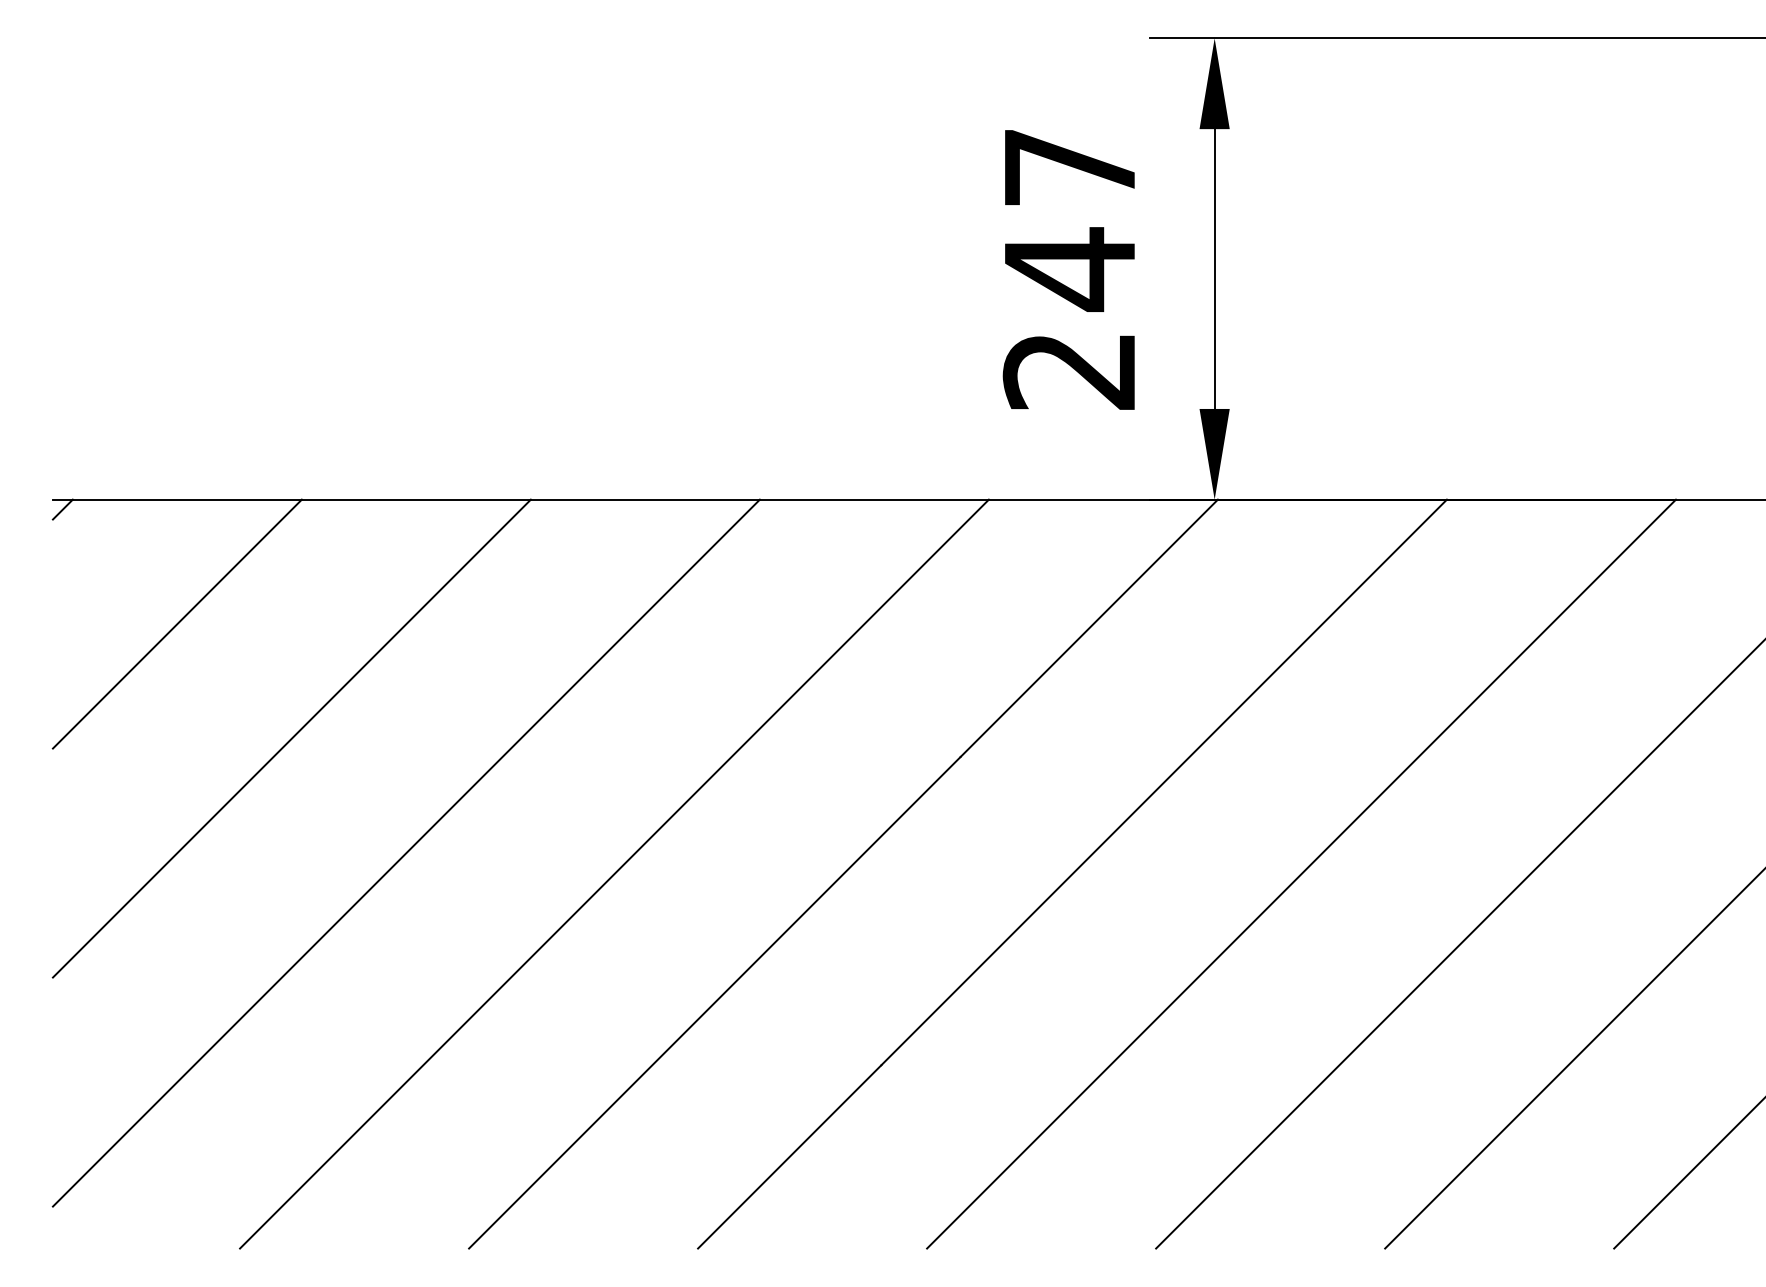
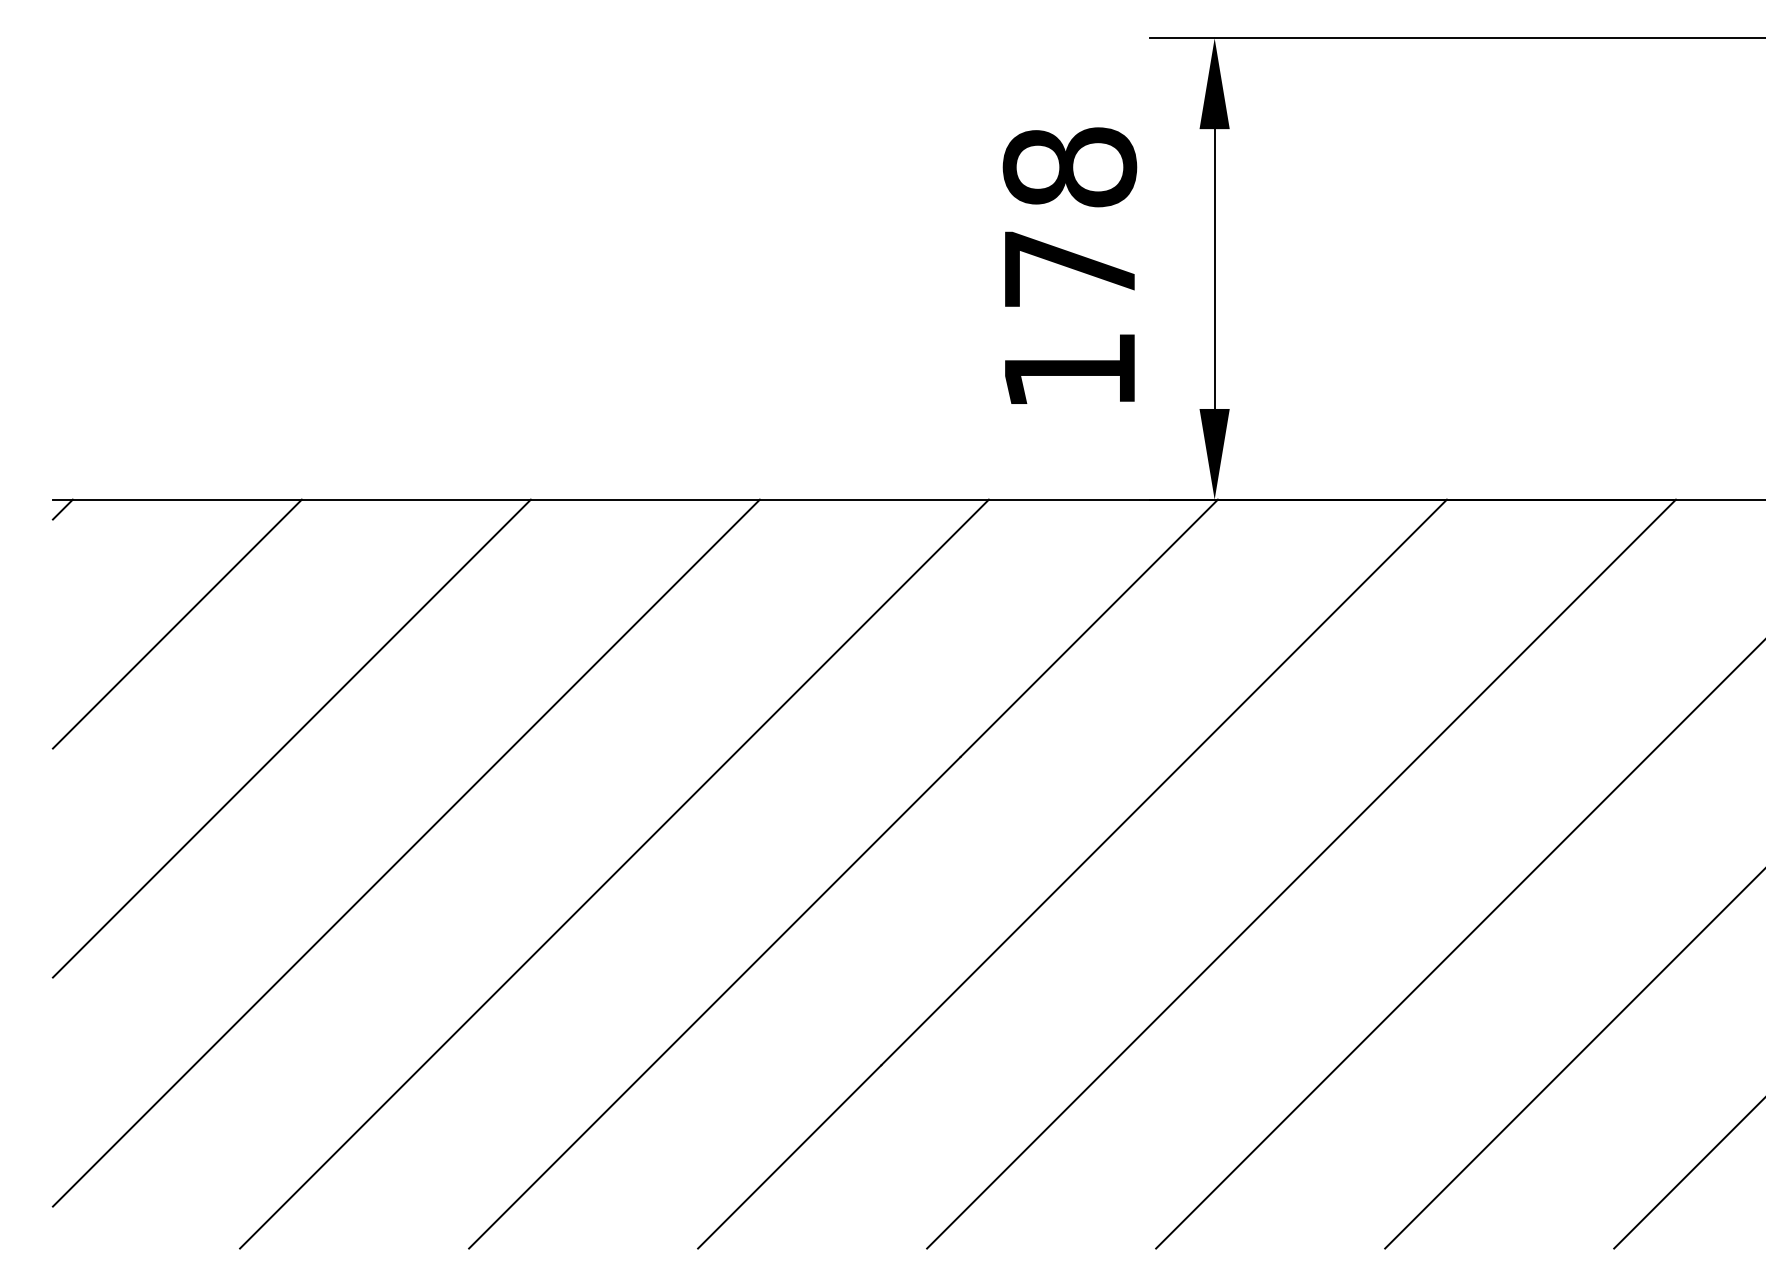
text at (1069, 268): 247 -> 178
